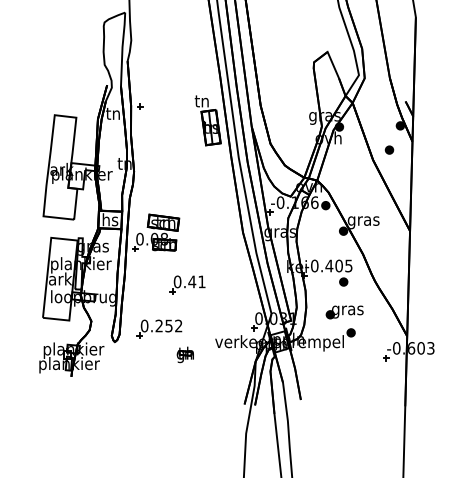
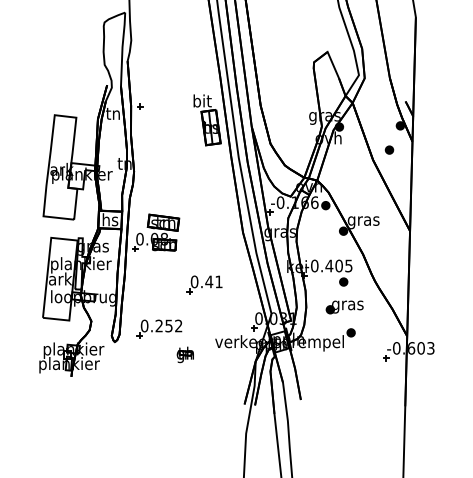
text at (202, 100): tn -> bit
part at (187, 284) position: (187, 284) -> (204, 284)
part at (344, 312) position: (344, 312) -> (344, 307)
